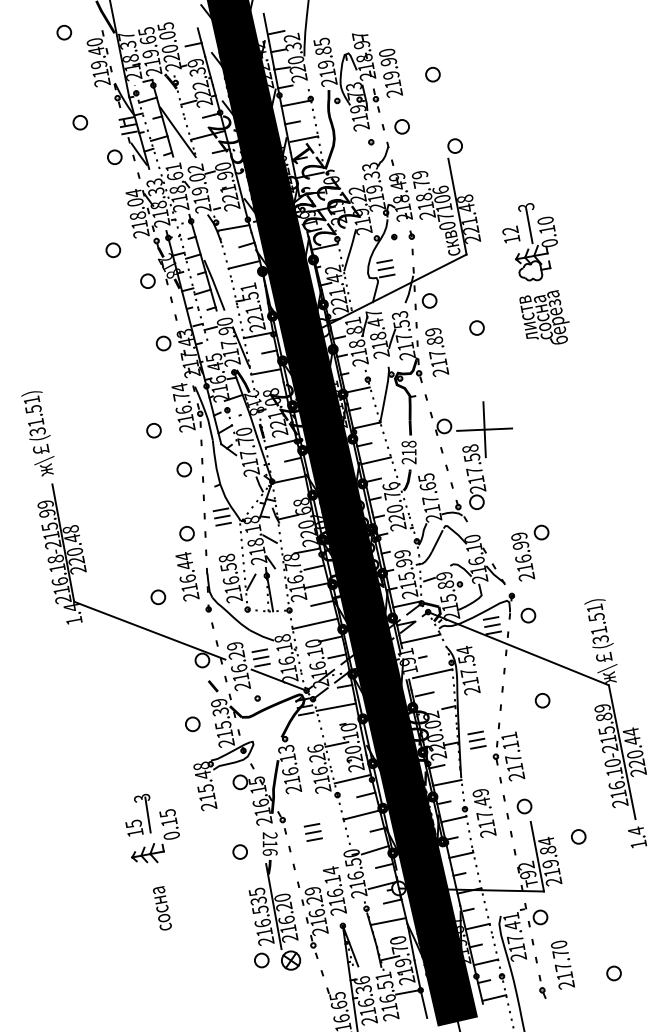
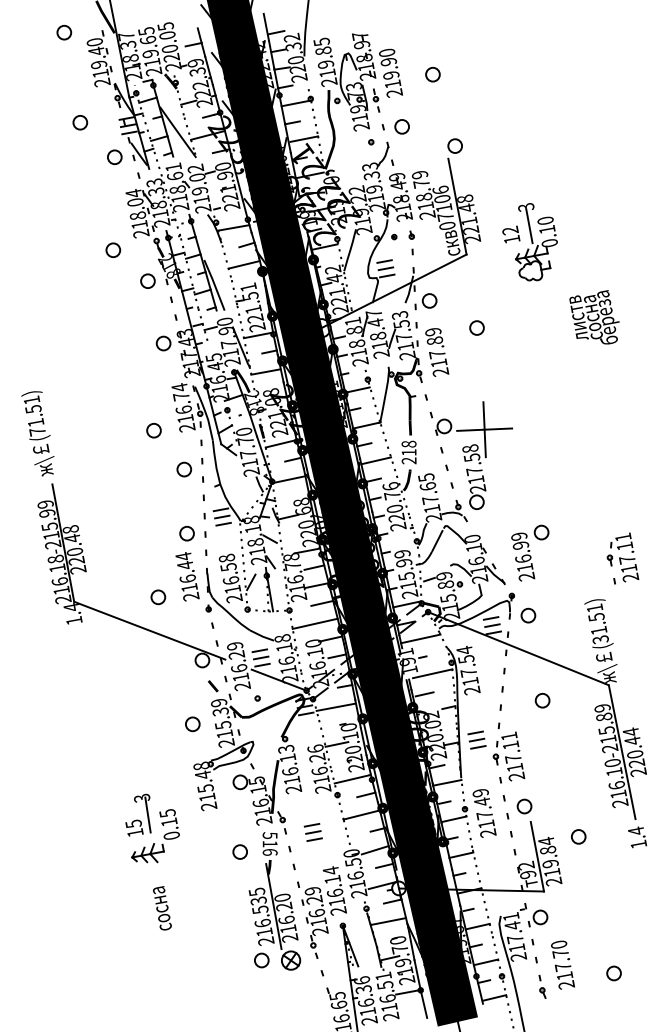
text at (544, 317) position: (544, 317) -> (594, 317)
text at (37, 431): (31.51) -> (71.51)
part at (622, 558): none -> present
text at (269, 835): 216 -> 516
